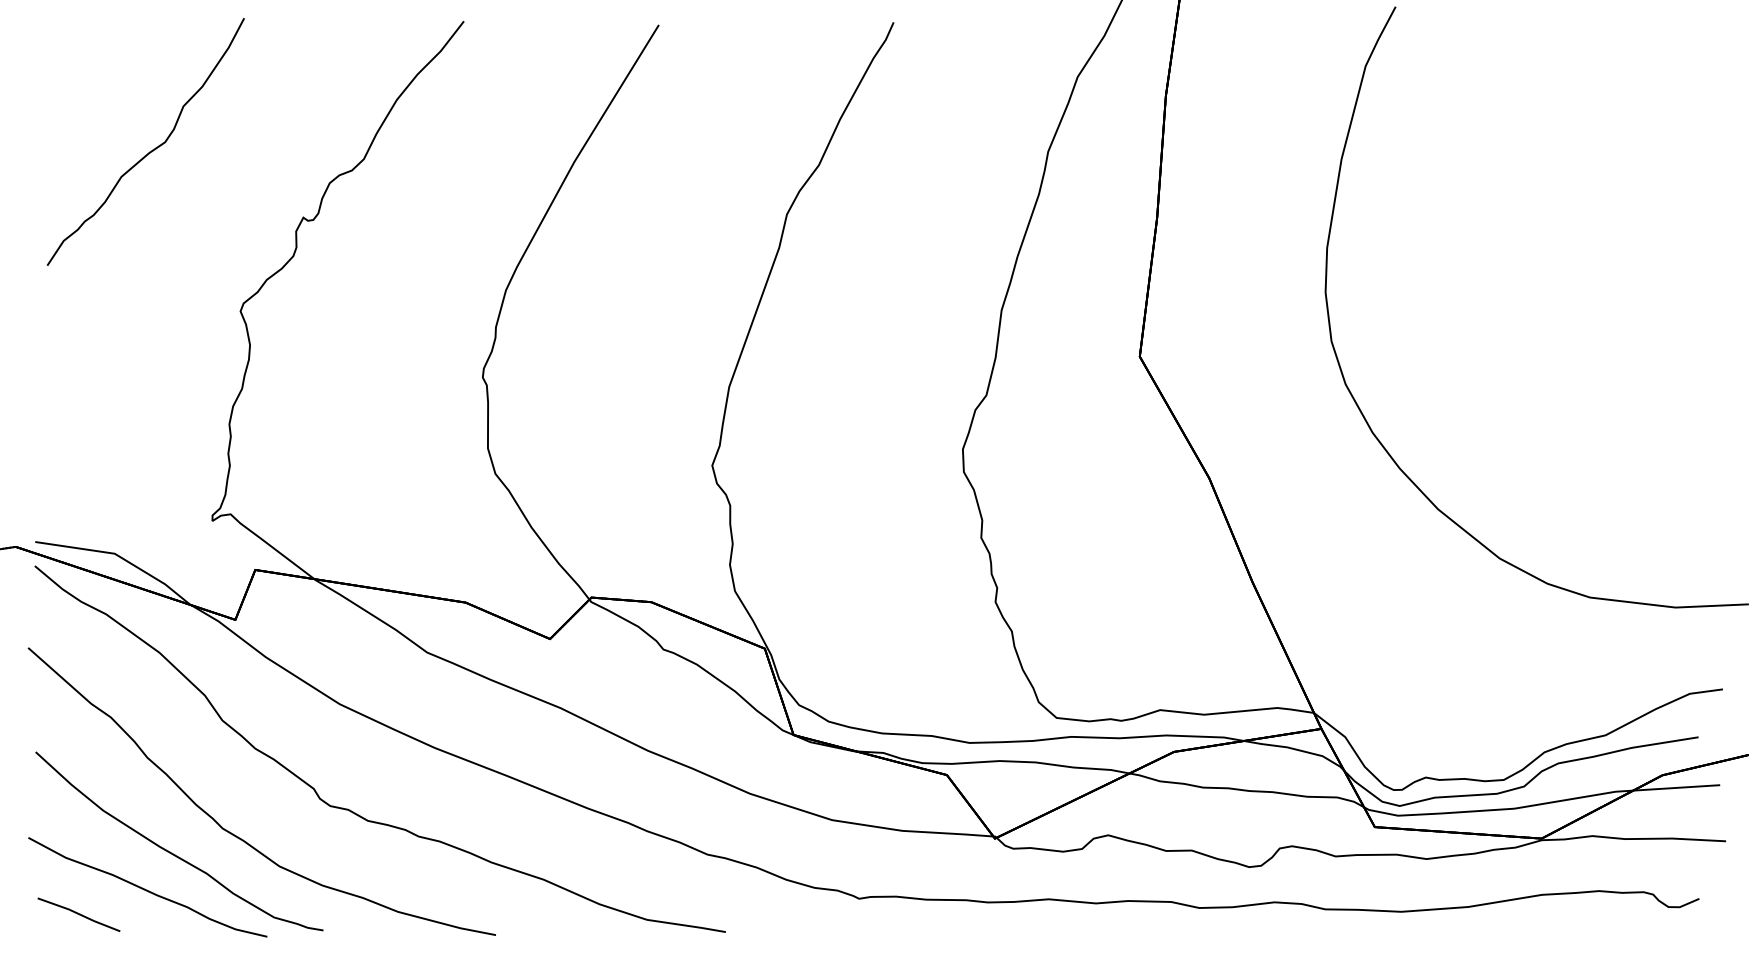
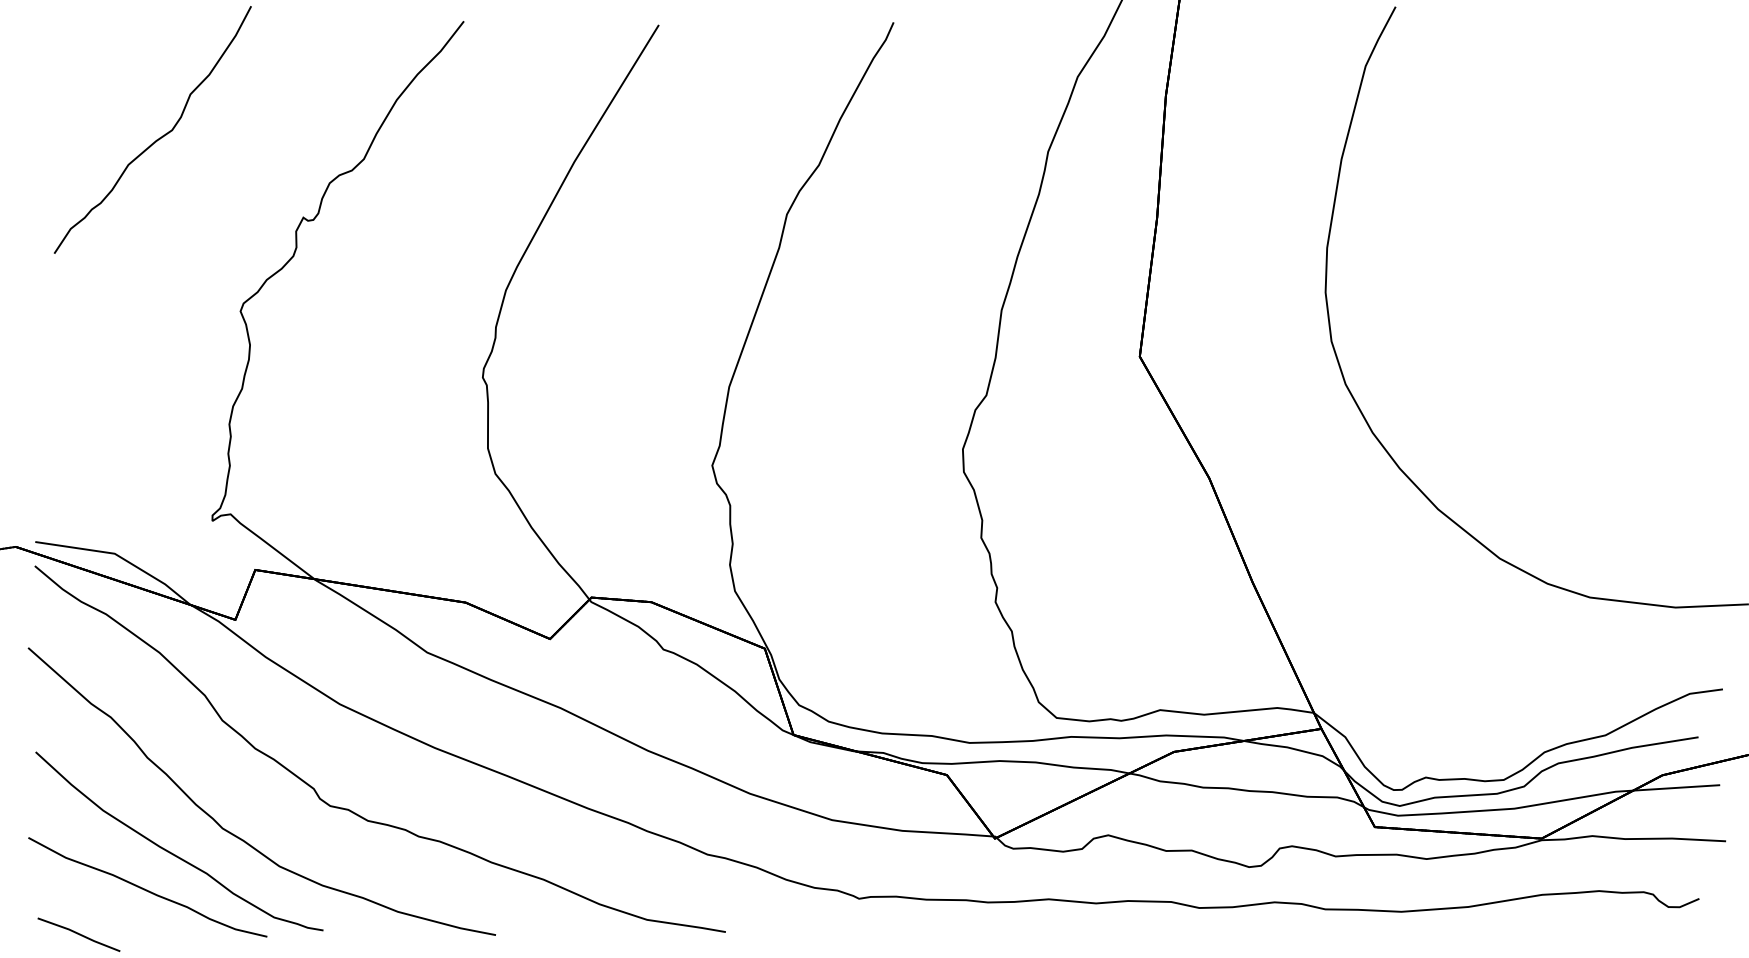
curve at (152, 149) position: (152, 149) -> (159, 137)
line at (78, 914) position: (78, 914) -> (78, 934)
